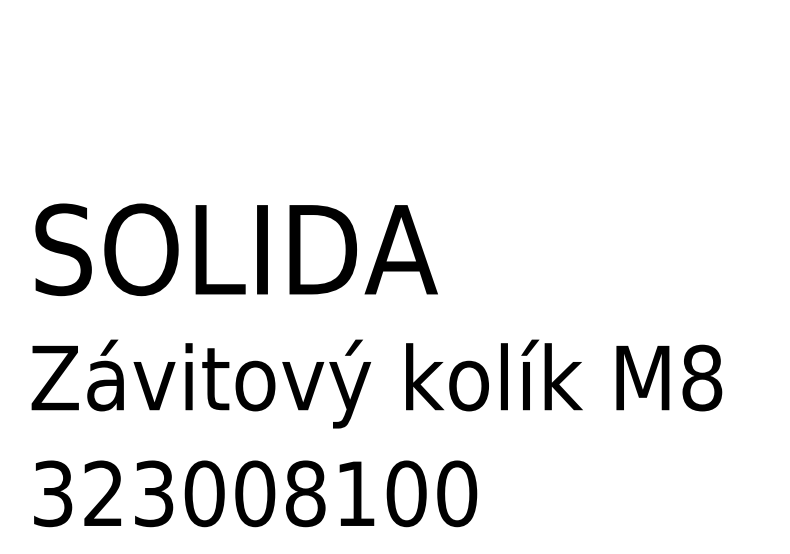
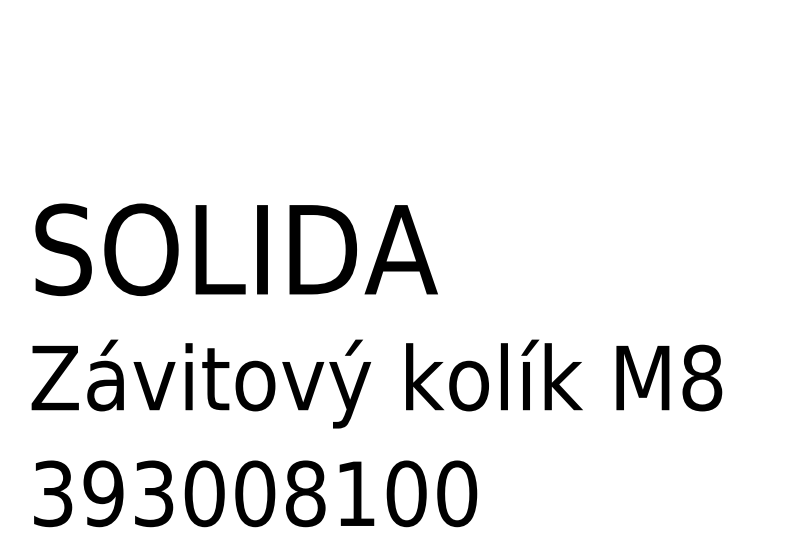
text at (103, 493): 323008100 -> 393008100
